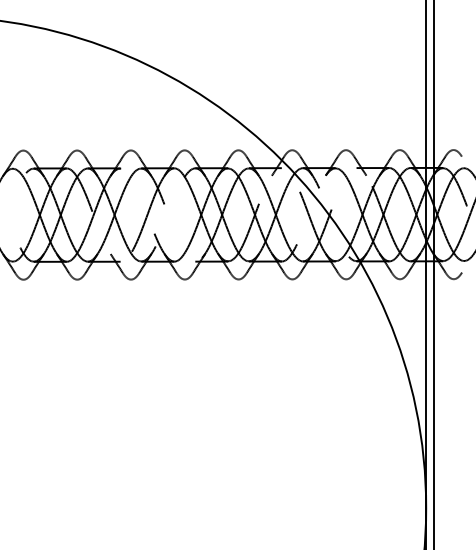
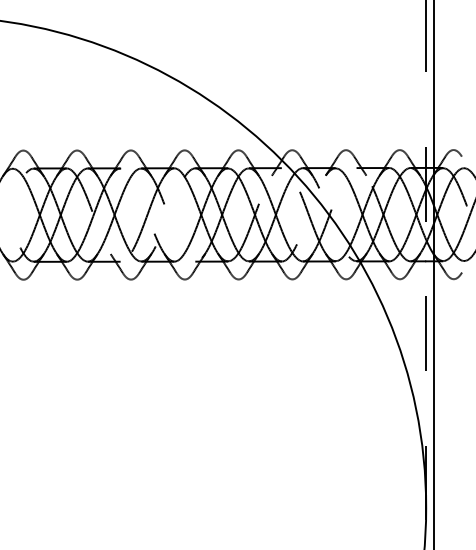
line at (426, 275): solid -> dashed
